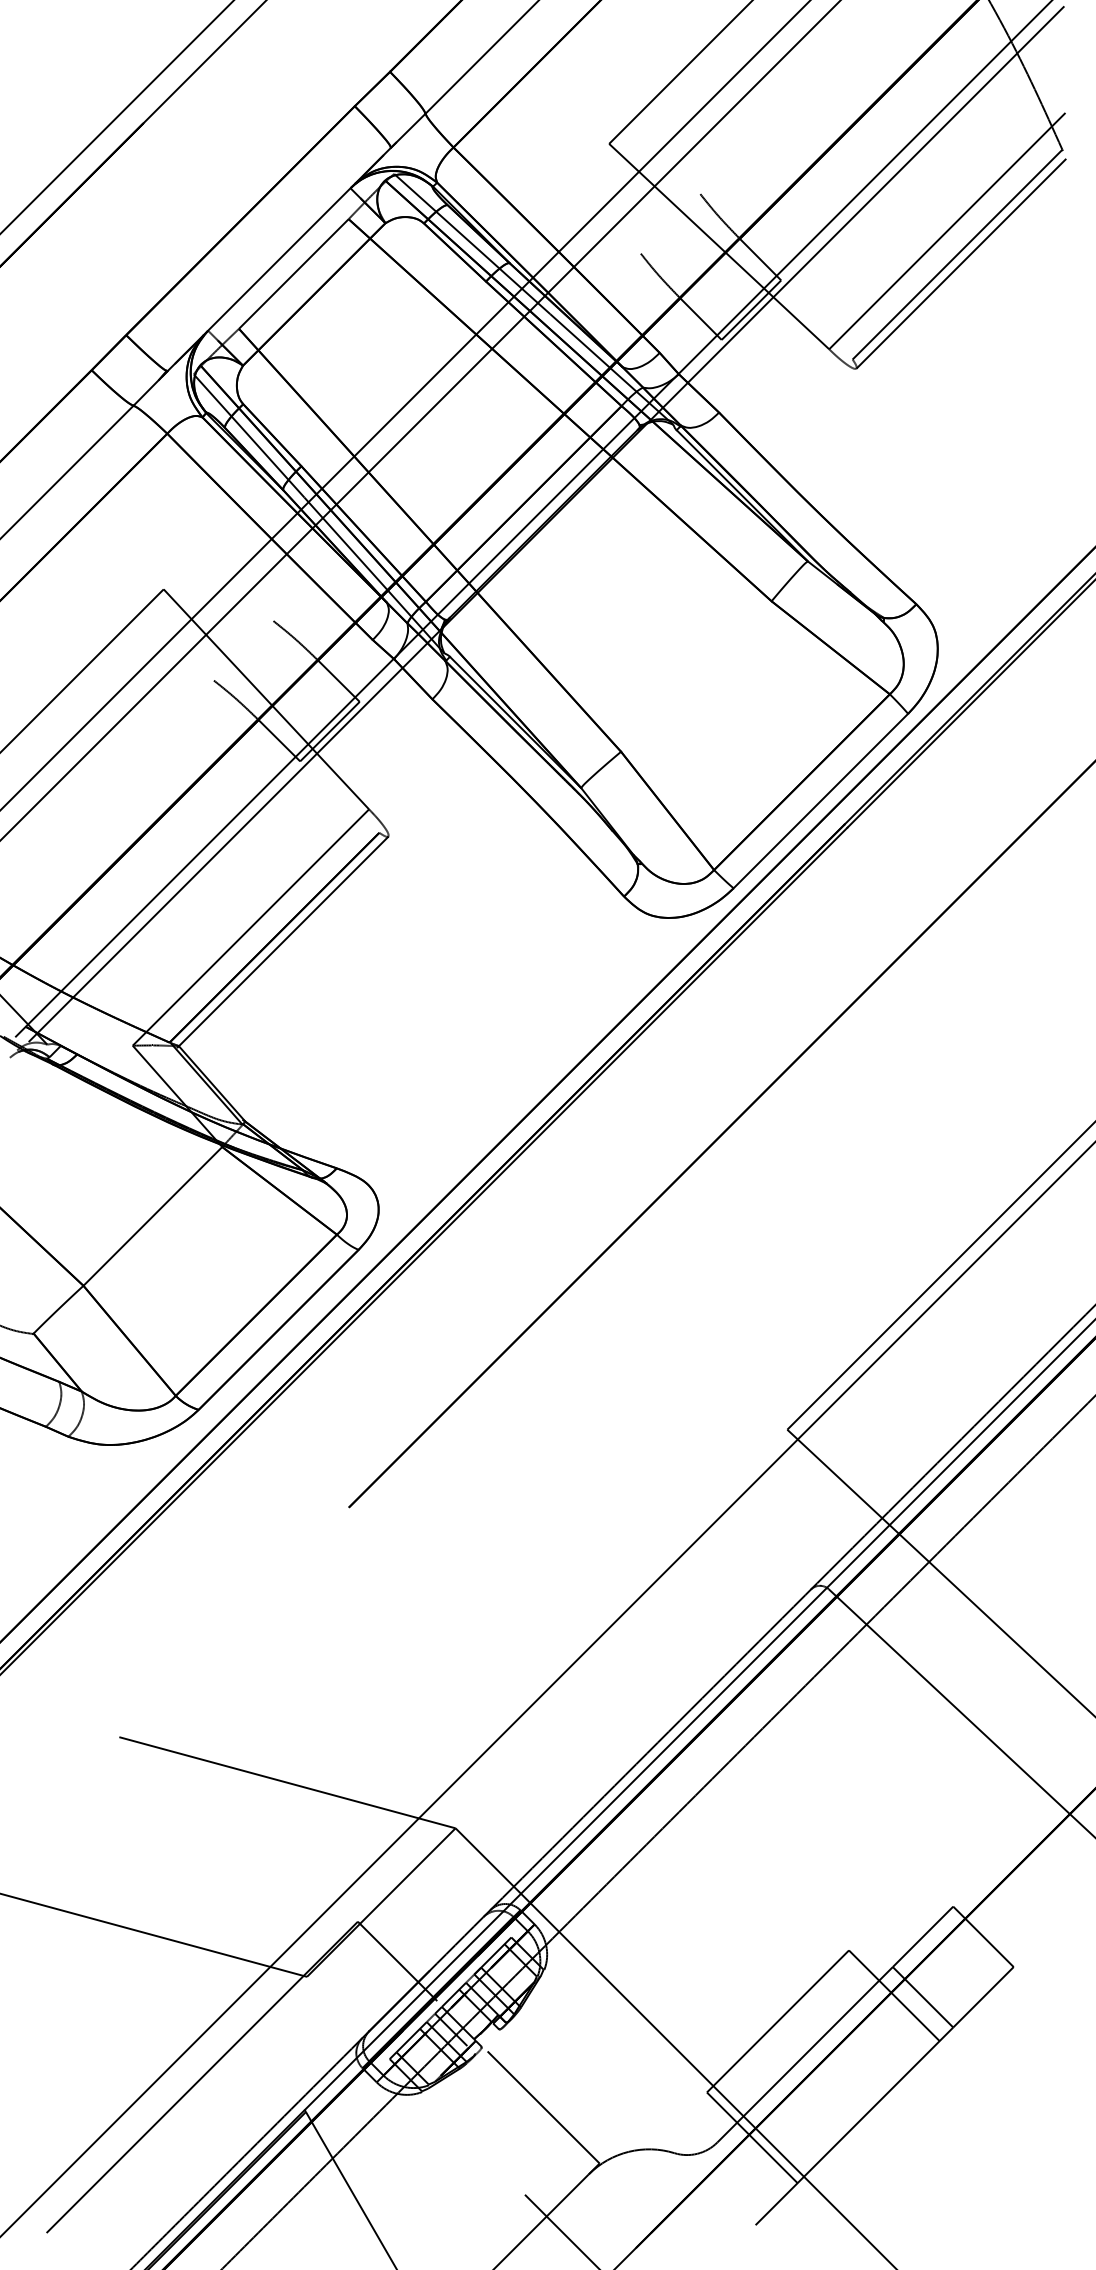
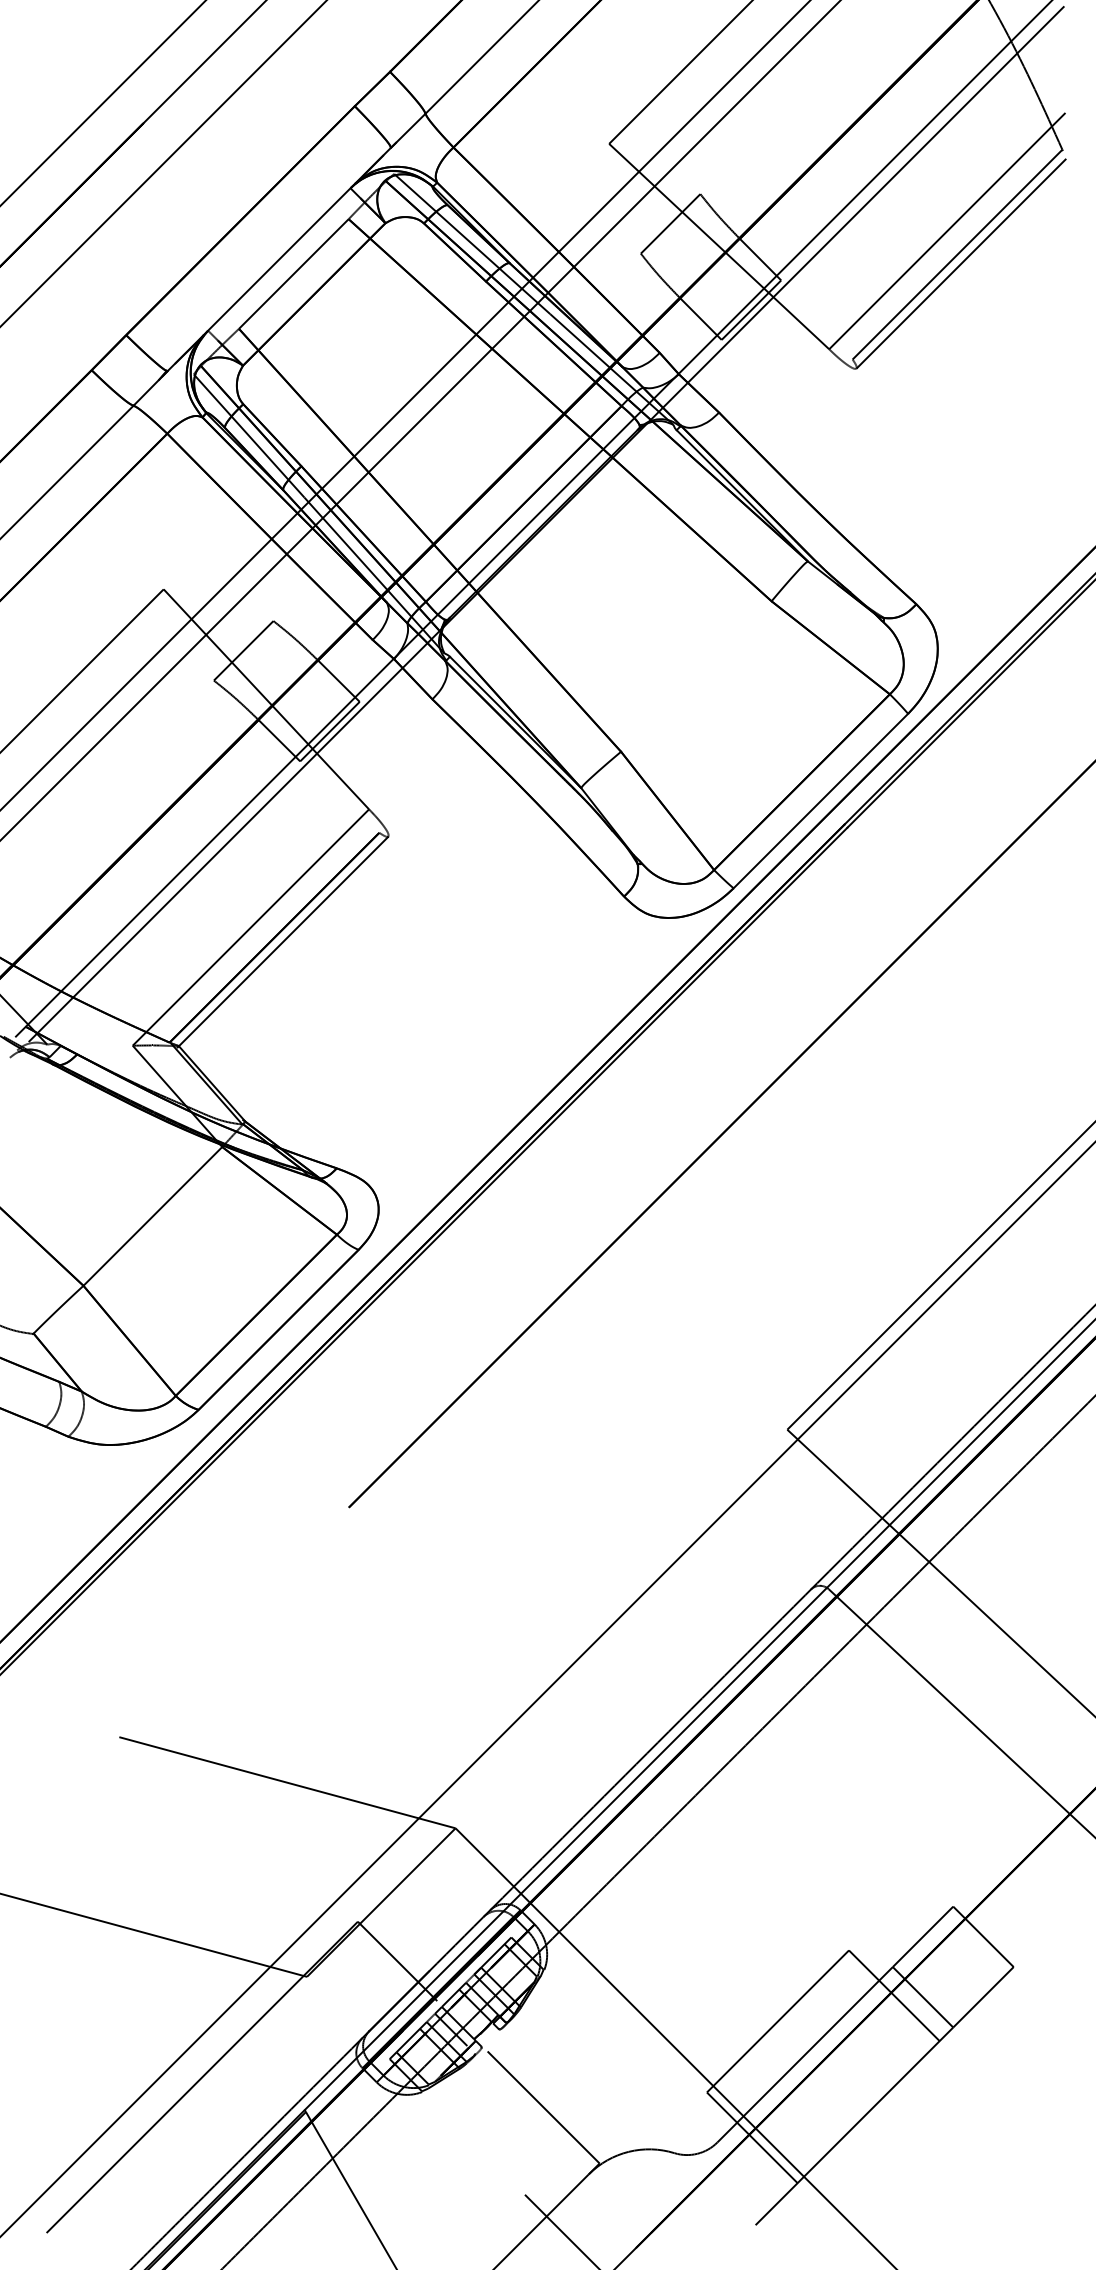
line at (117, 117) position: (117, 117) -> (102, 103)
line at (163, 163): none -> present
line at (670, 223): none -> present
line at (243, 650): none -> present
